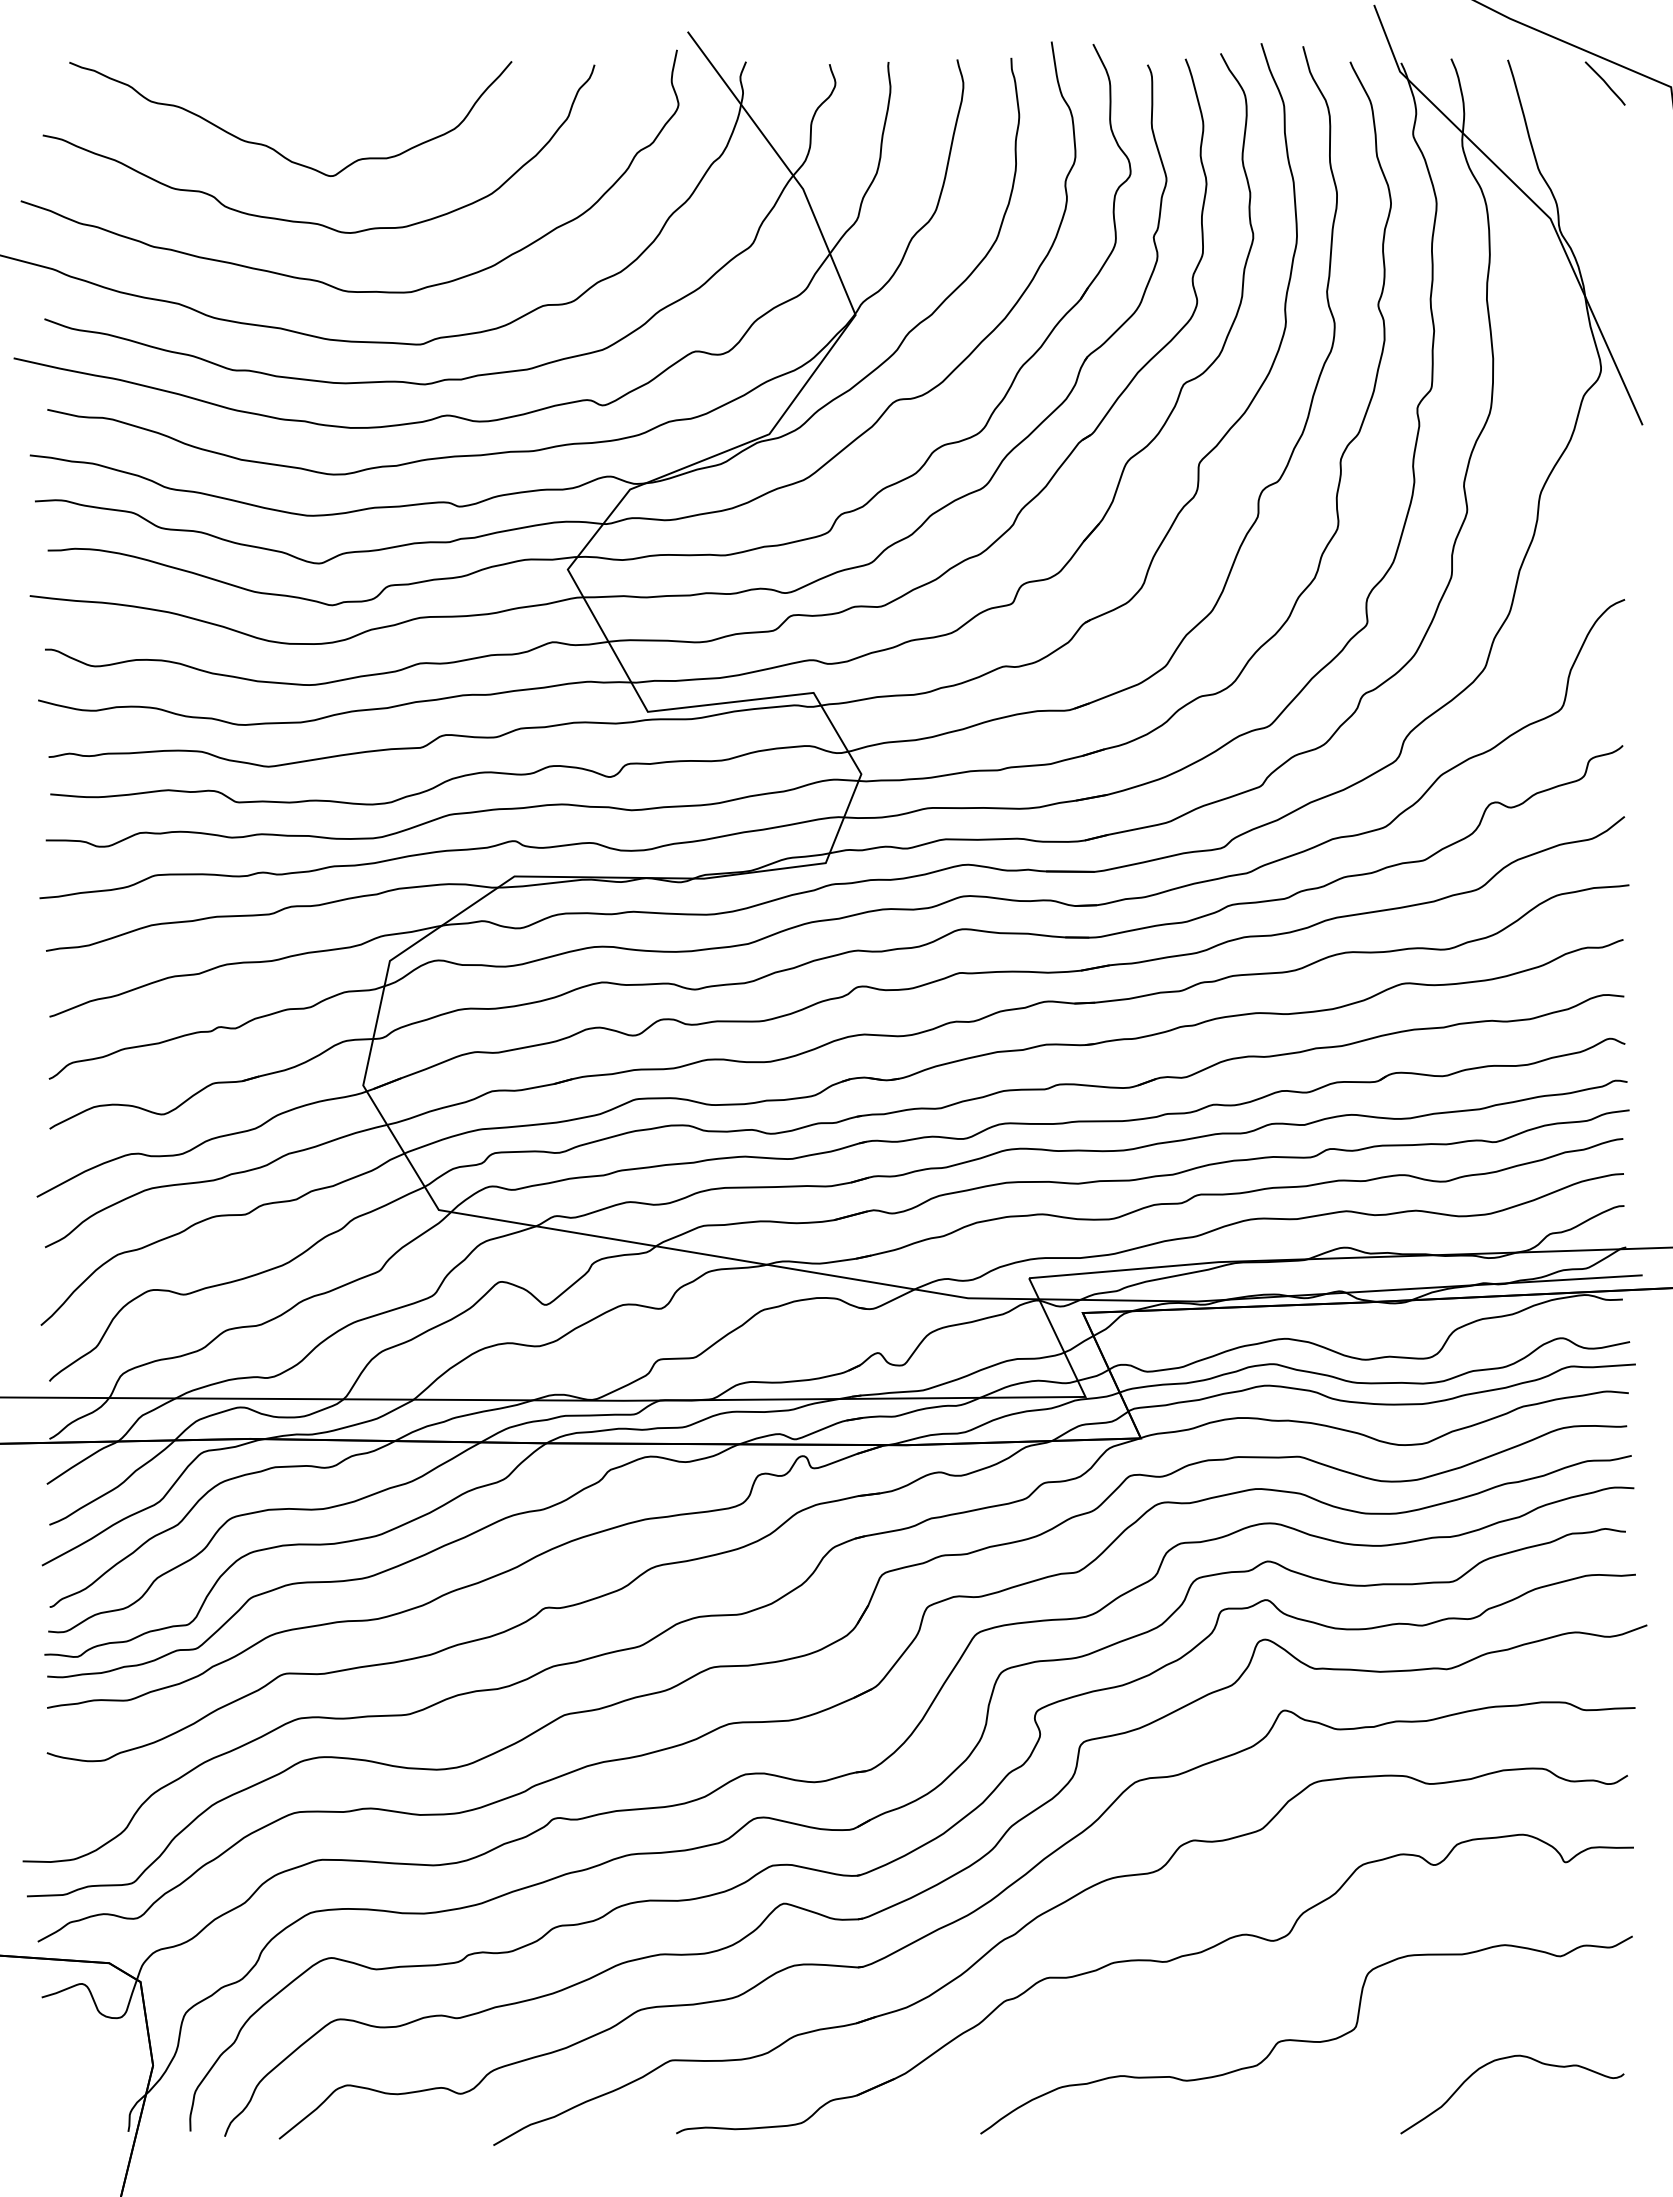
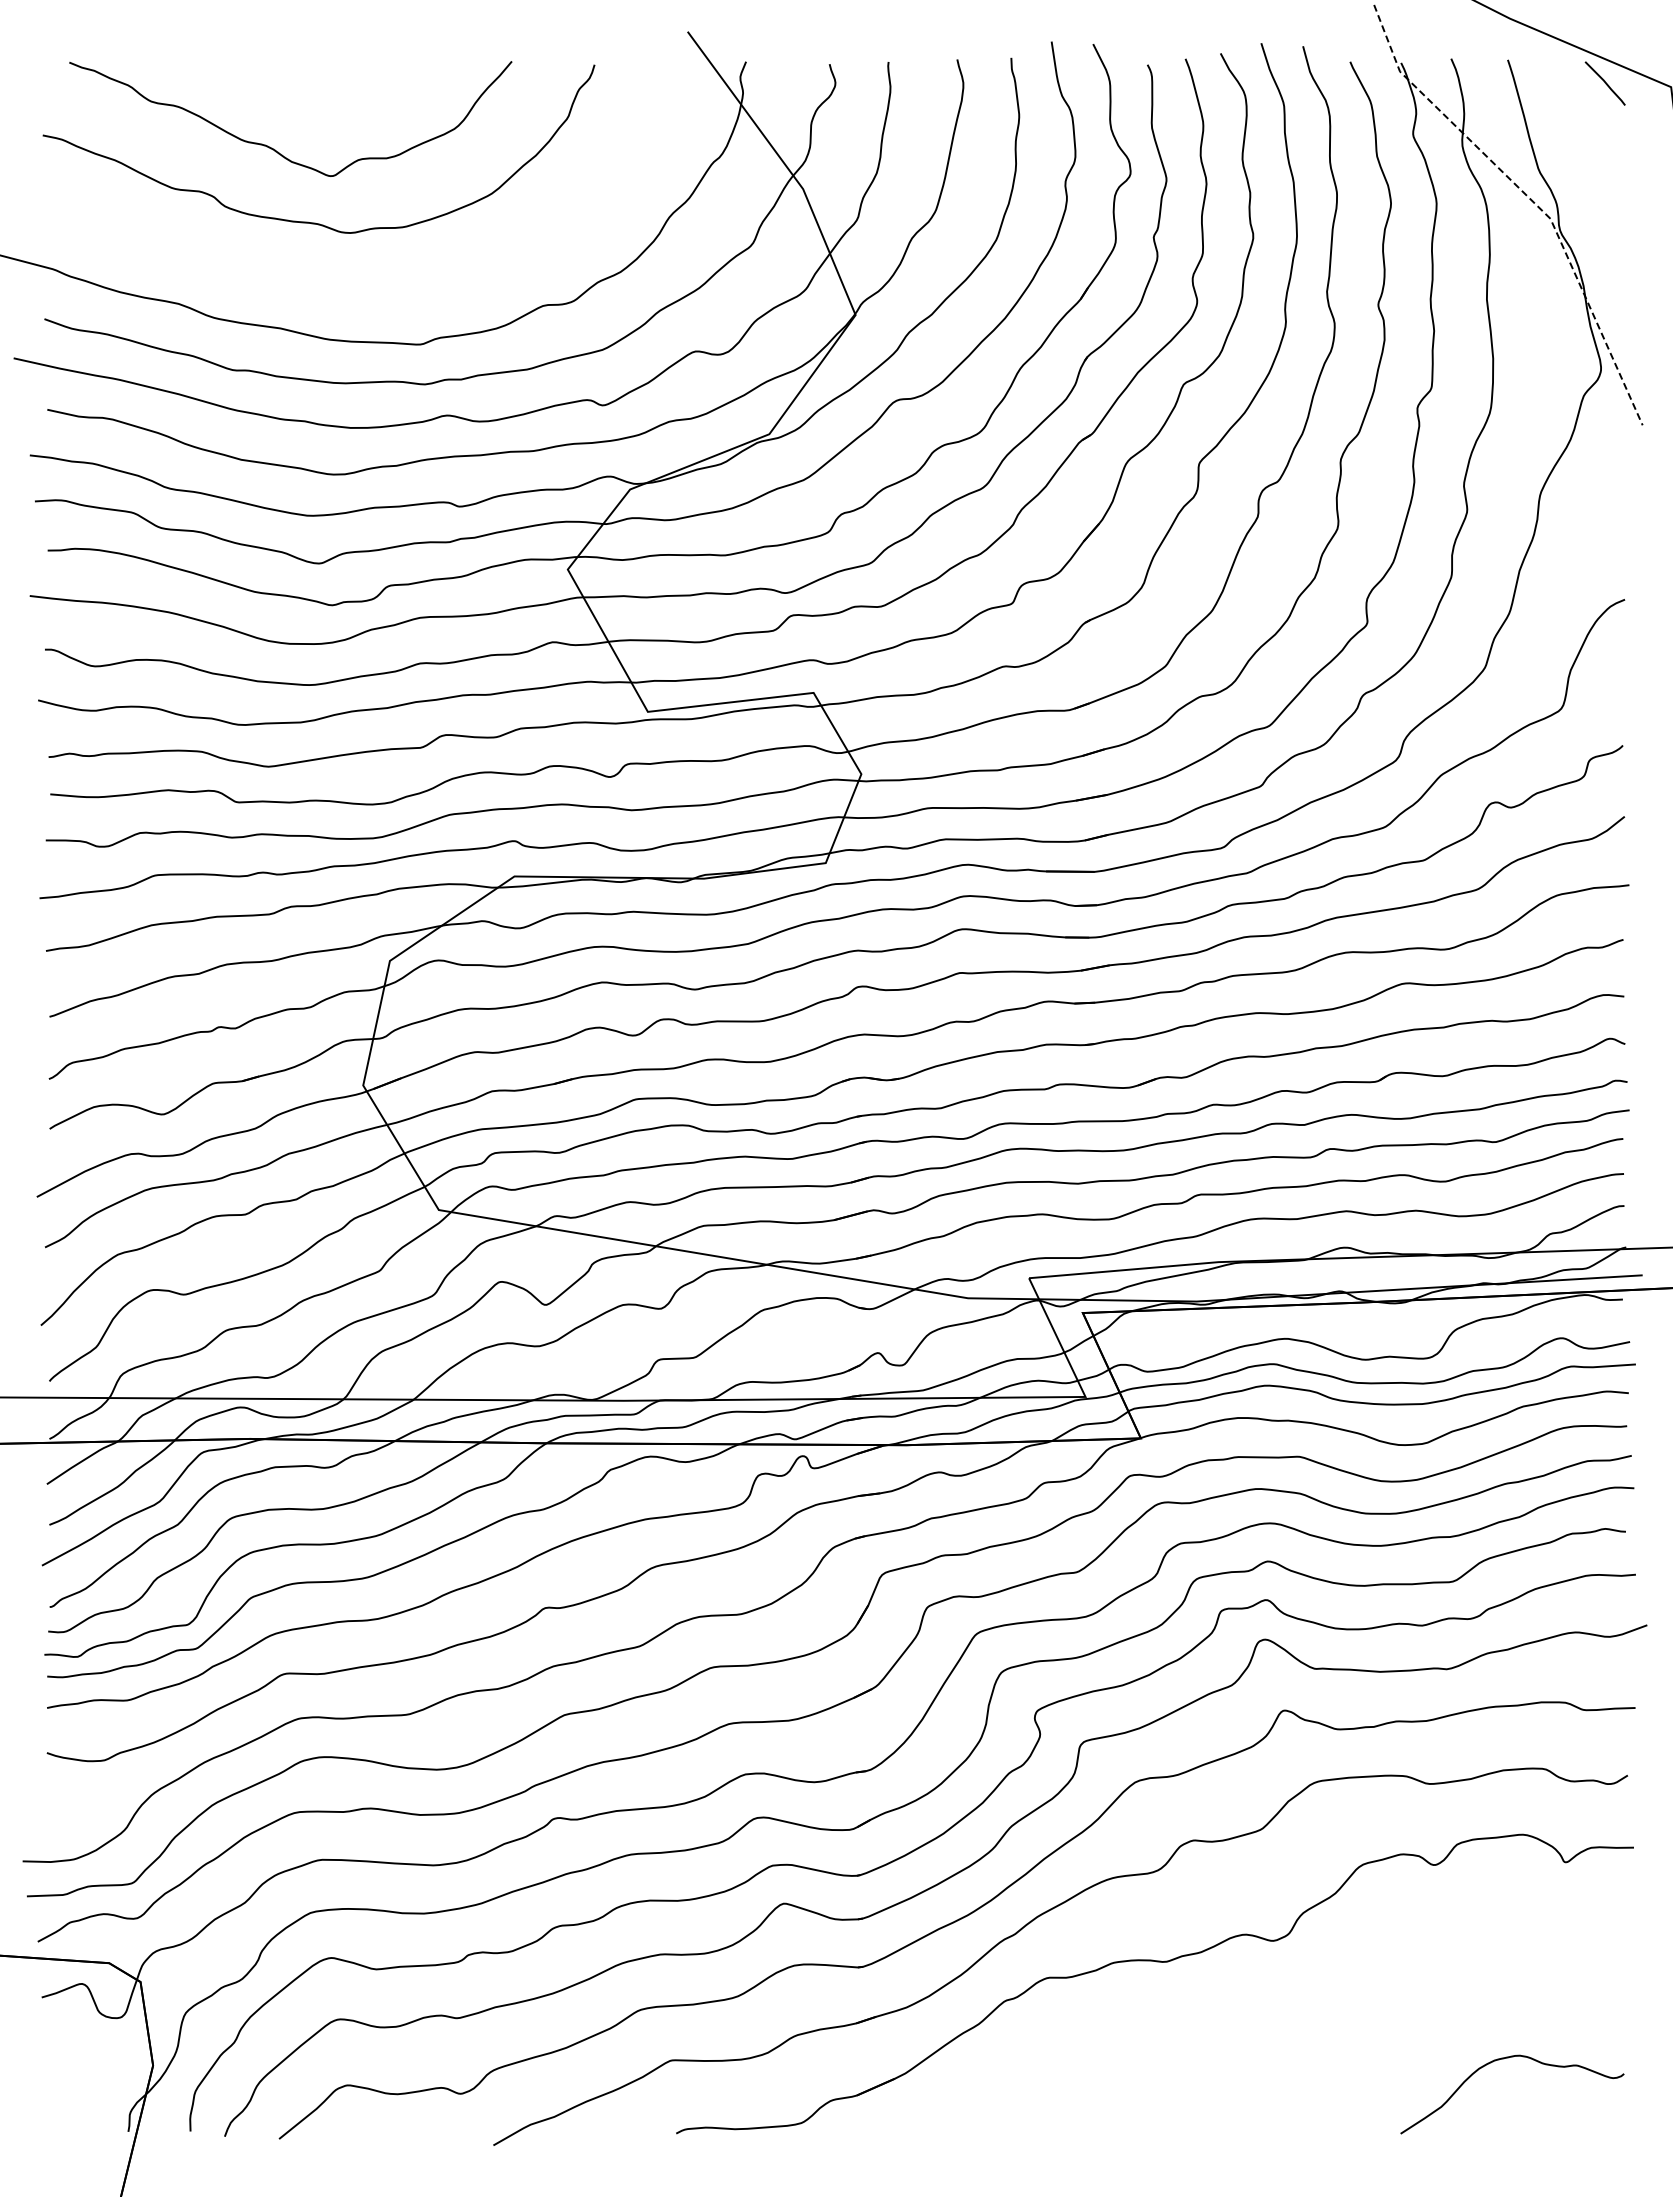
line at (1530, 199): solid -> dashed
curve at (319, 280): present -> none
curve at (1306, 2040): present -> none
